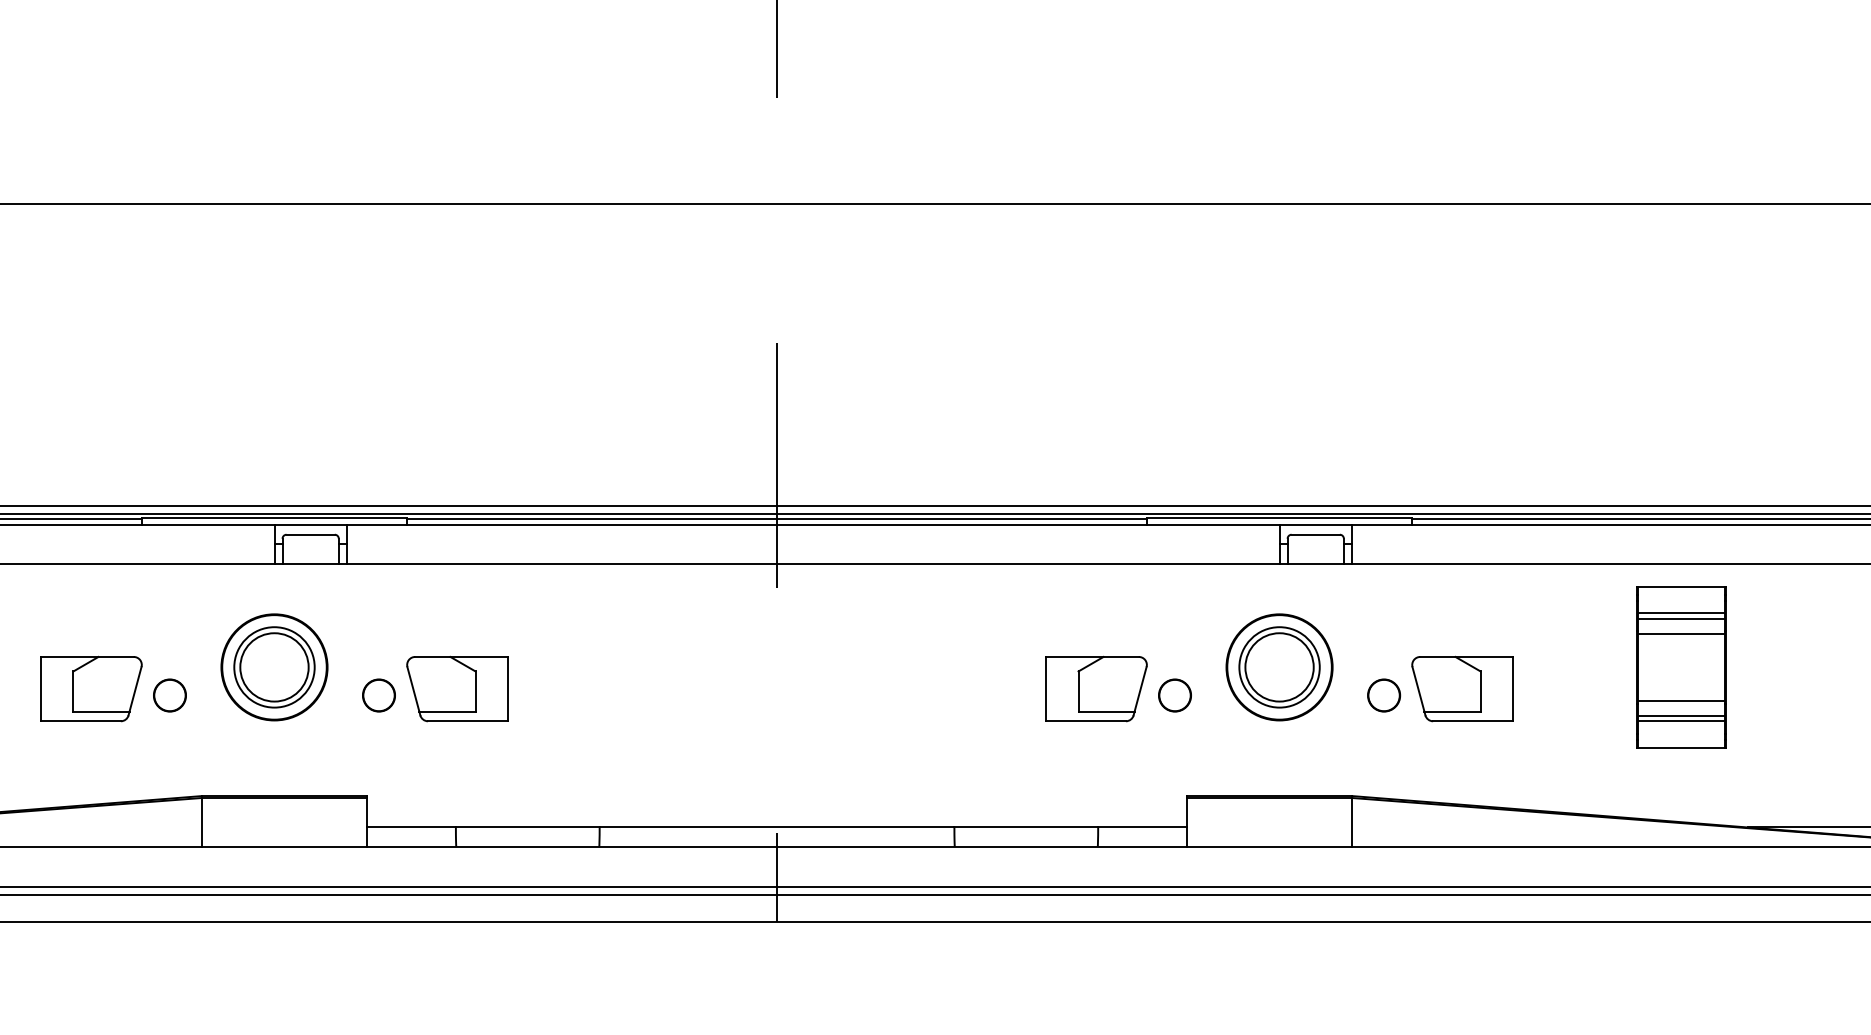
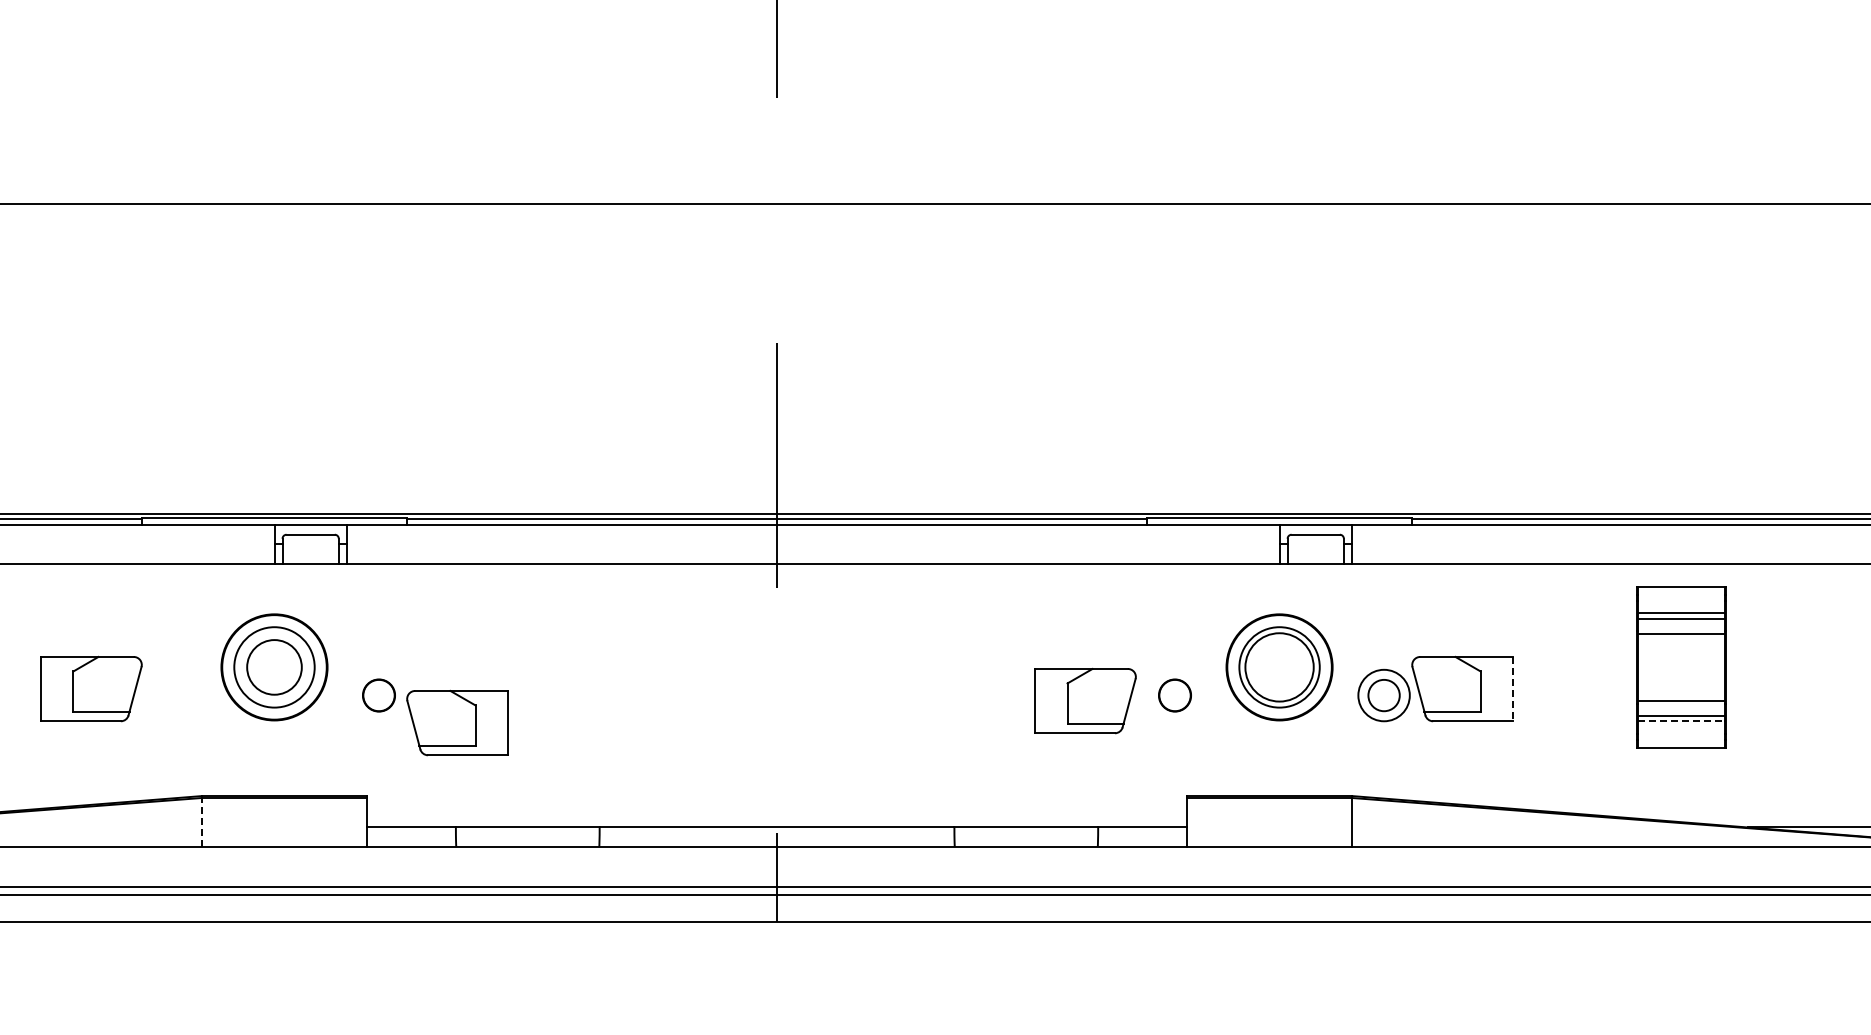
line at (934, 505): present -> none
circle at (274, 667) diameter: 68 px -> 55 px
part at (457, 688) position: (457, 688) -> (457, 722)
part at (1096, 688) position: (1096, 688) -> (1085, 700)
line at (1512, 689): solid -> dashed
circle at (169, 695): present -> none
circle at (1384, 695) diameter: 32 px -> 51 px
line at (1682, 721): solid -> dashed
line at (202, 821): solid -> dashed
